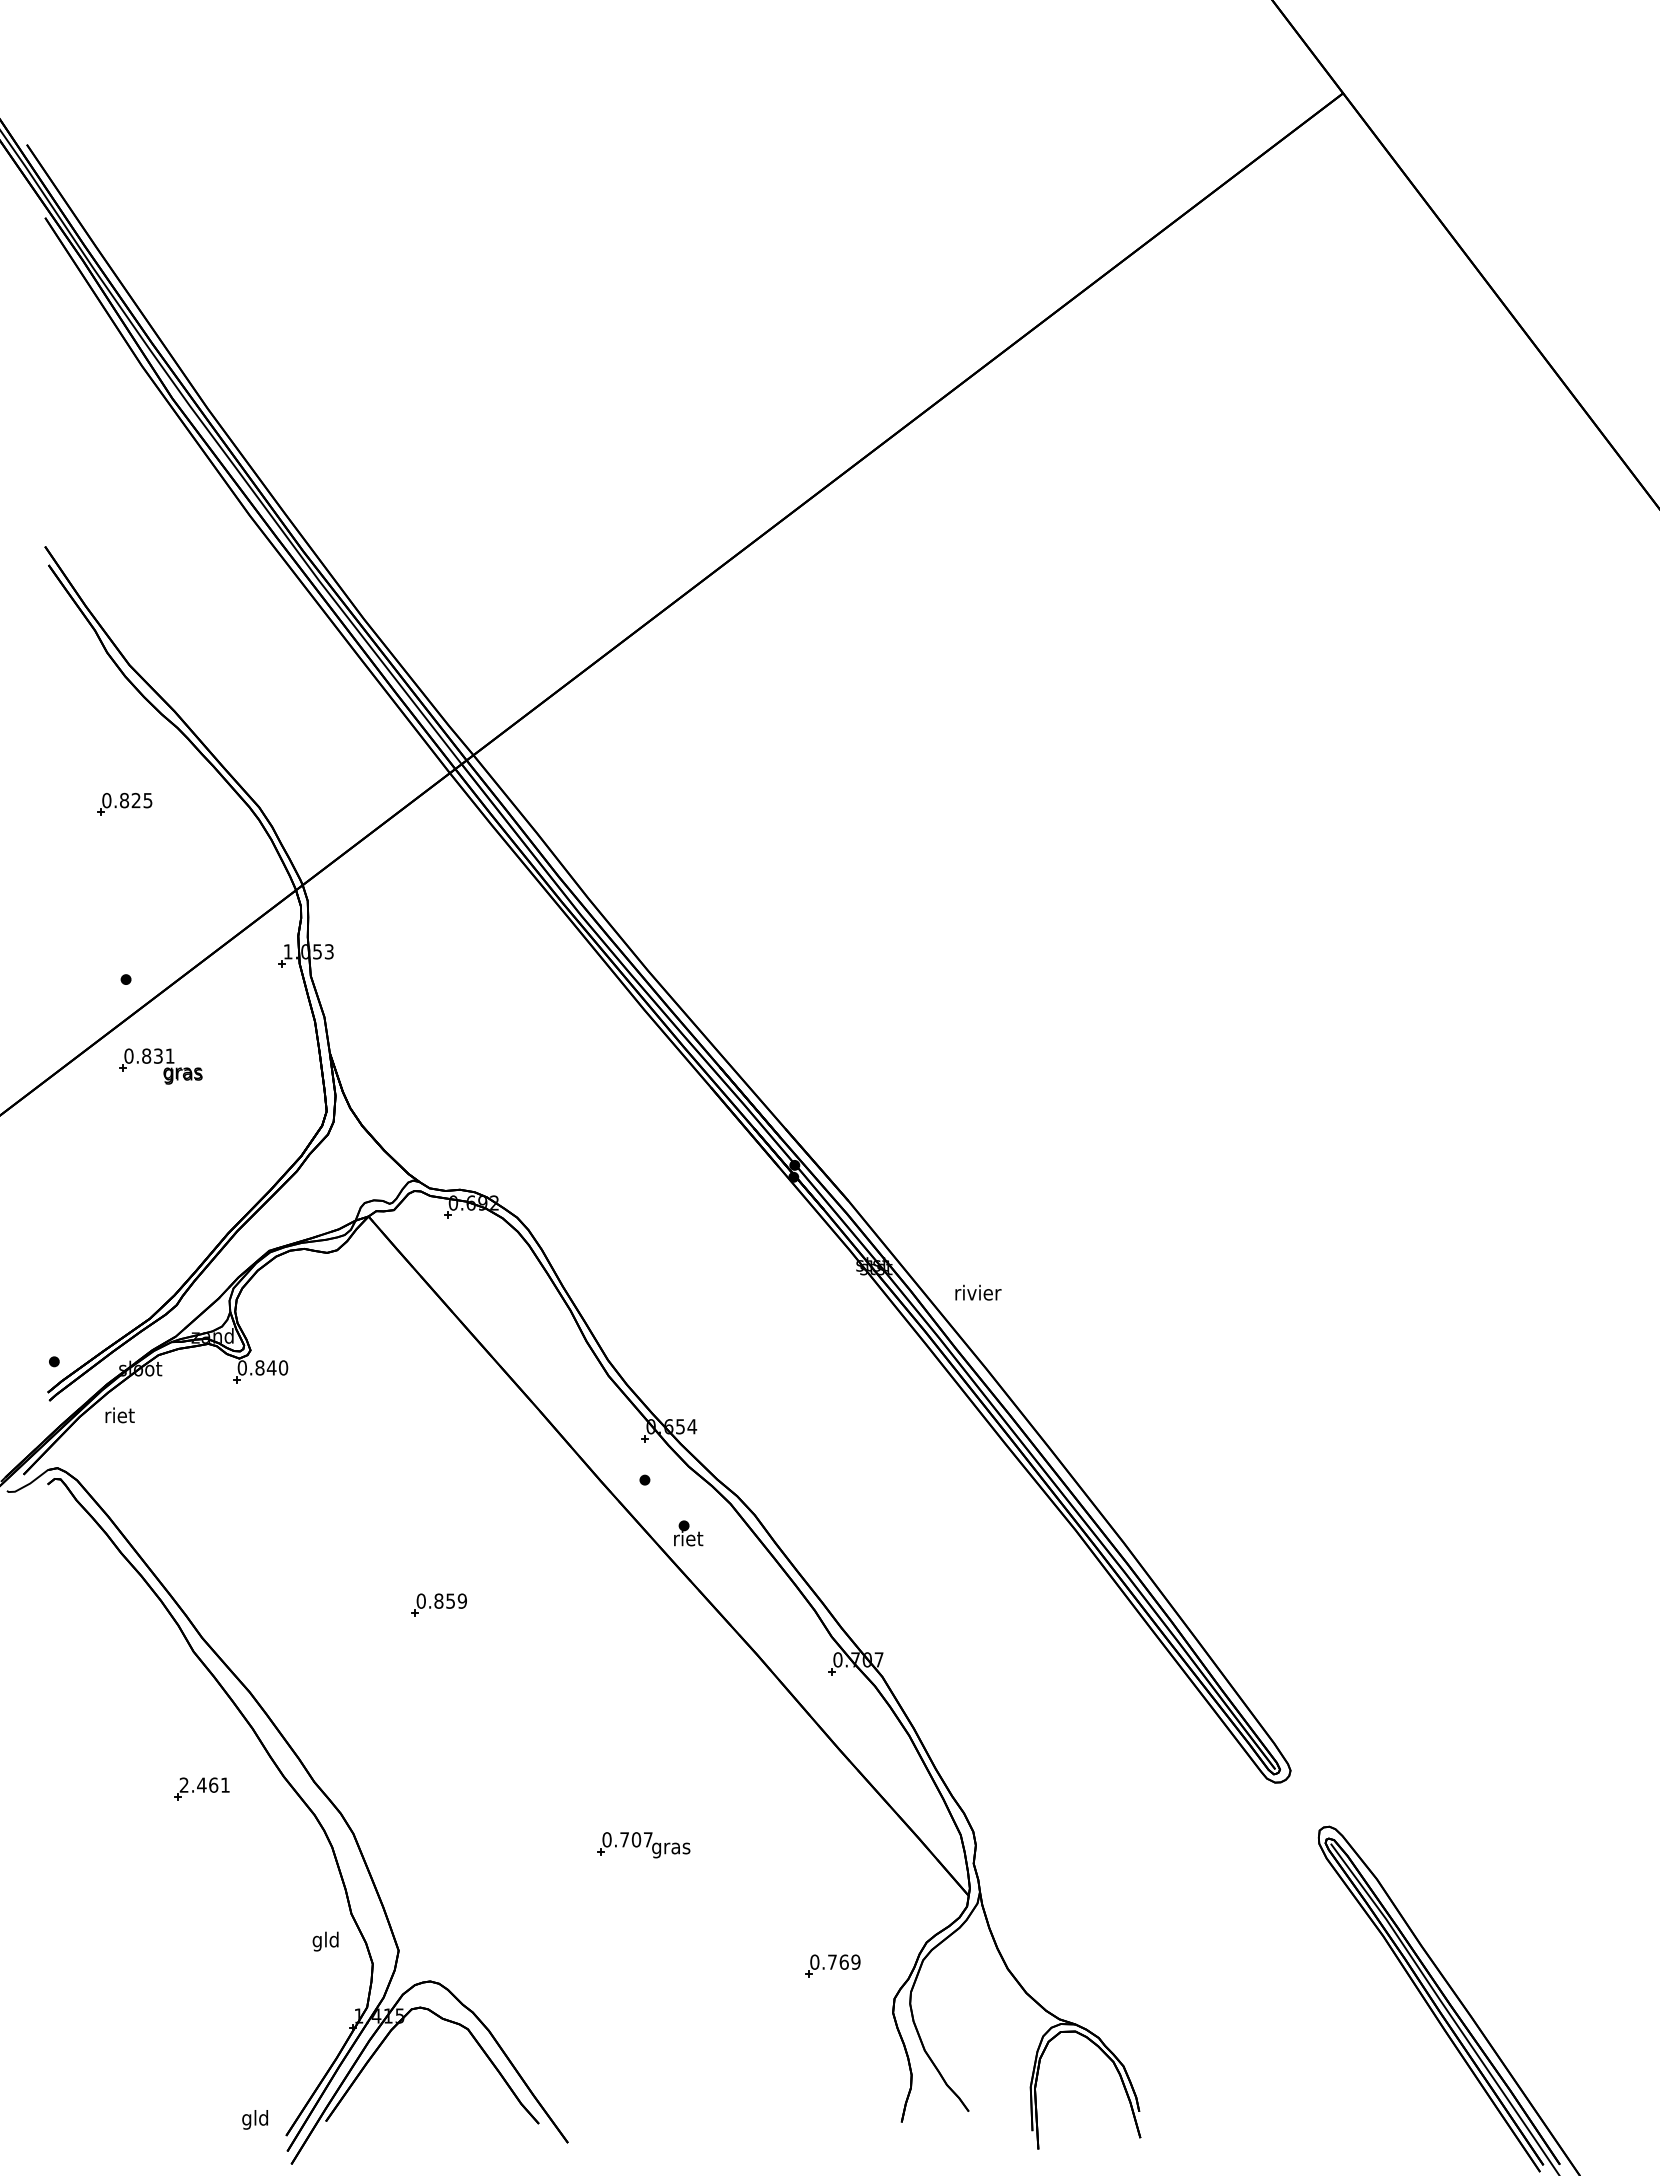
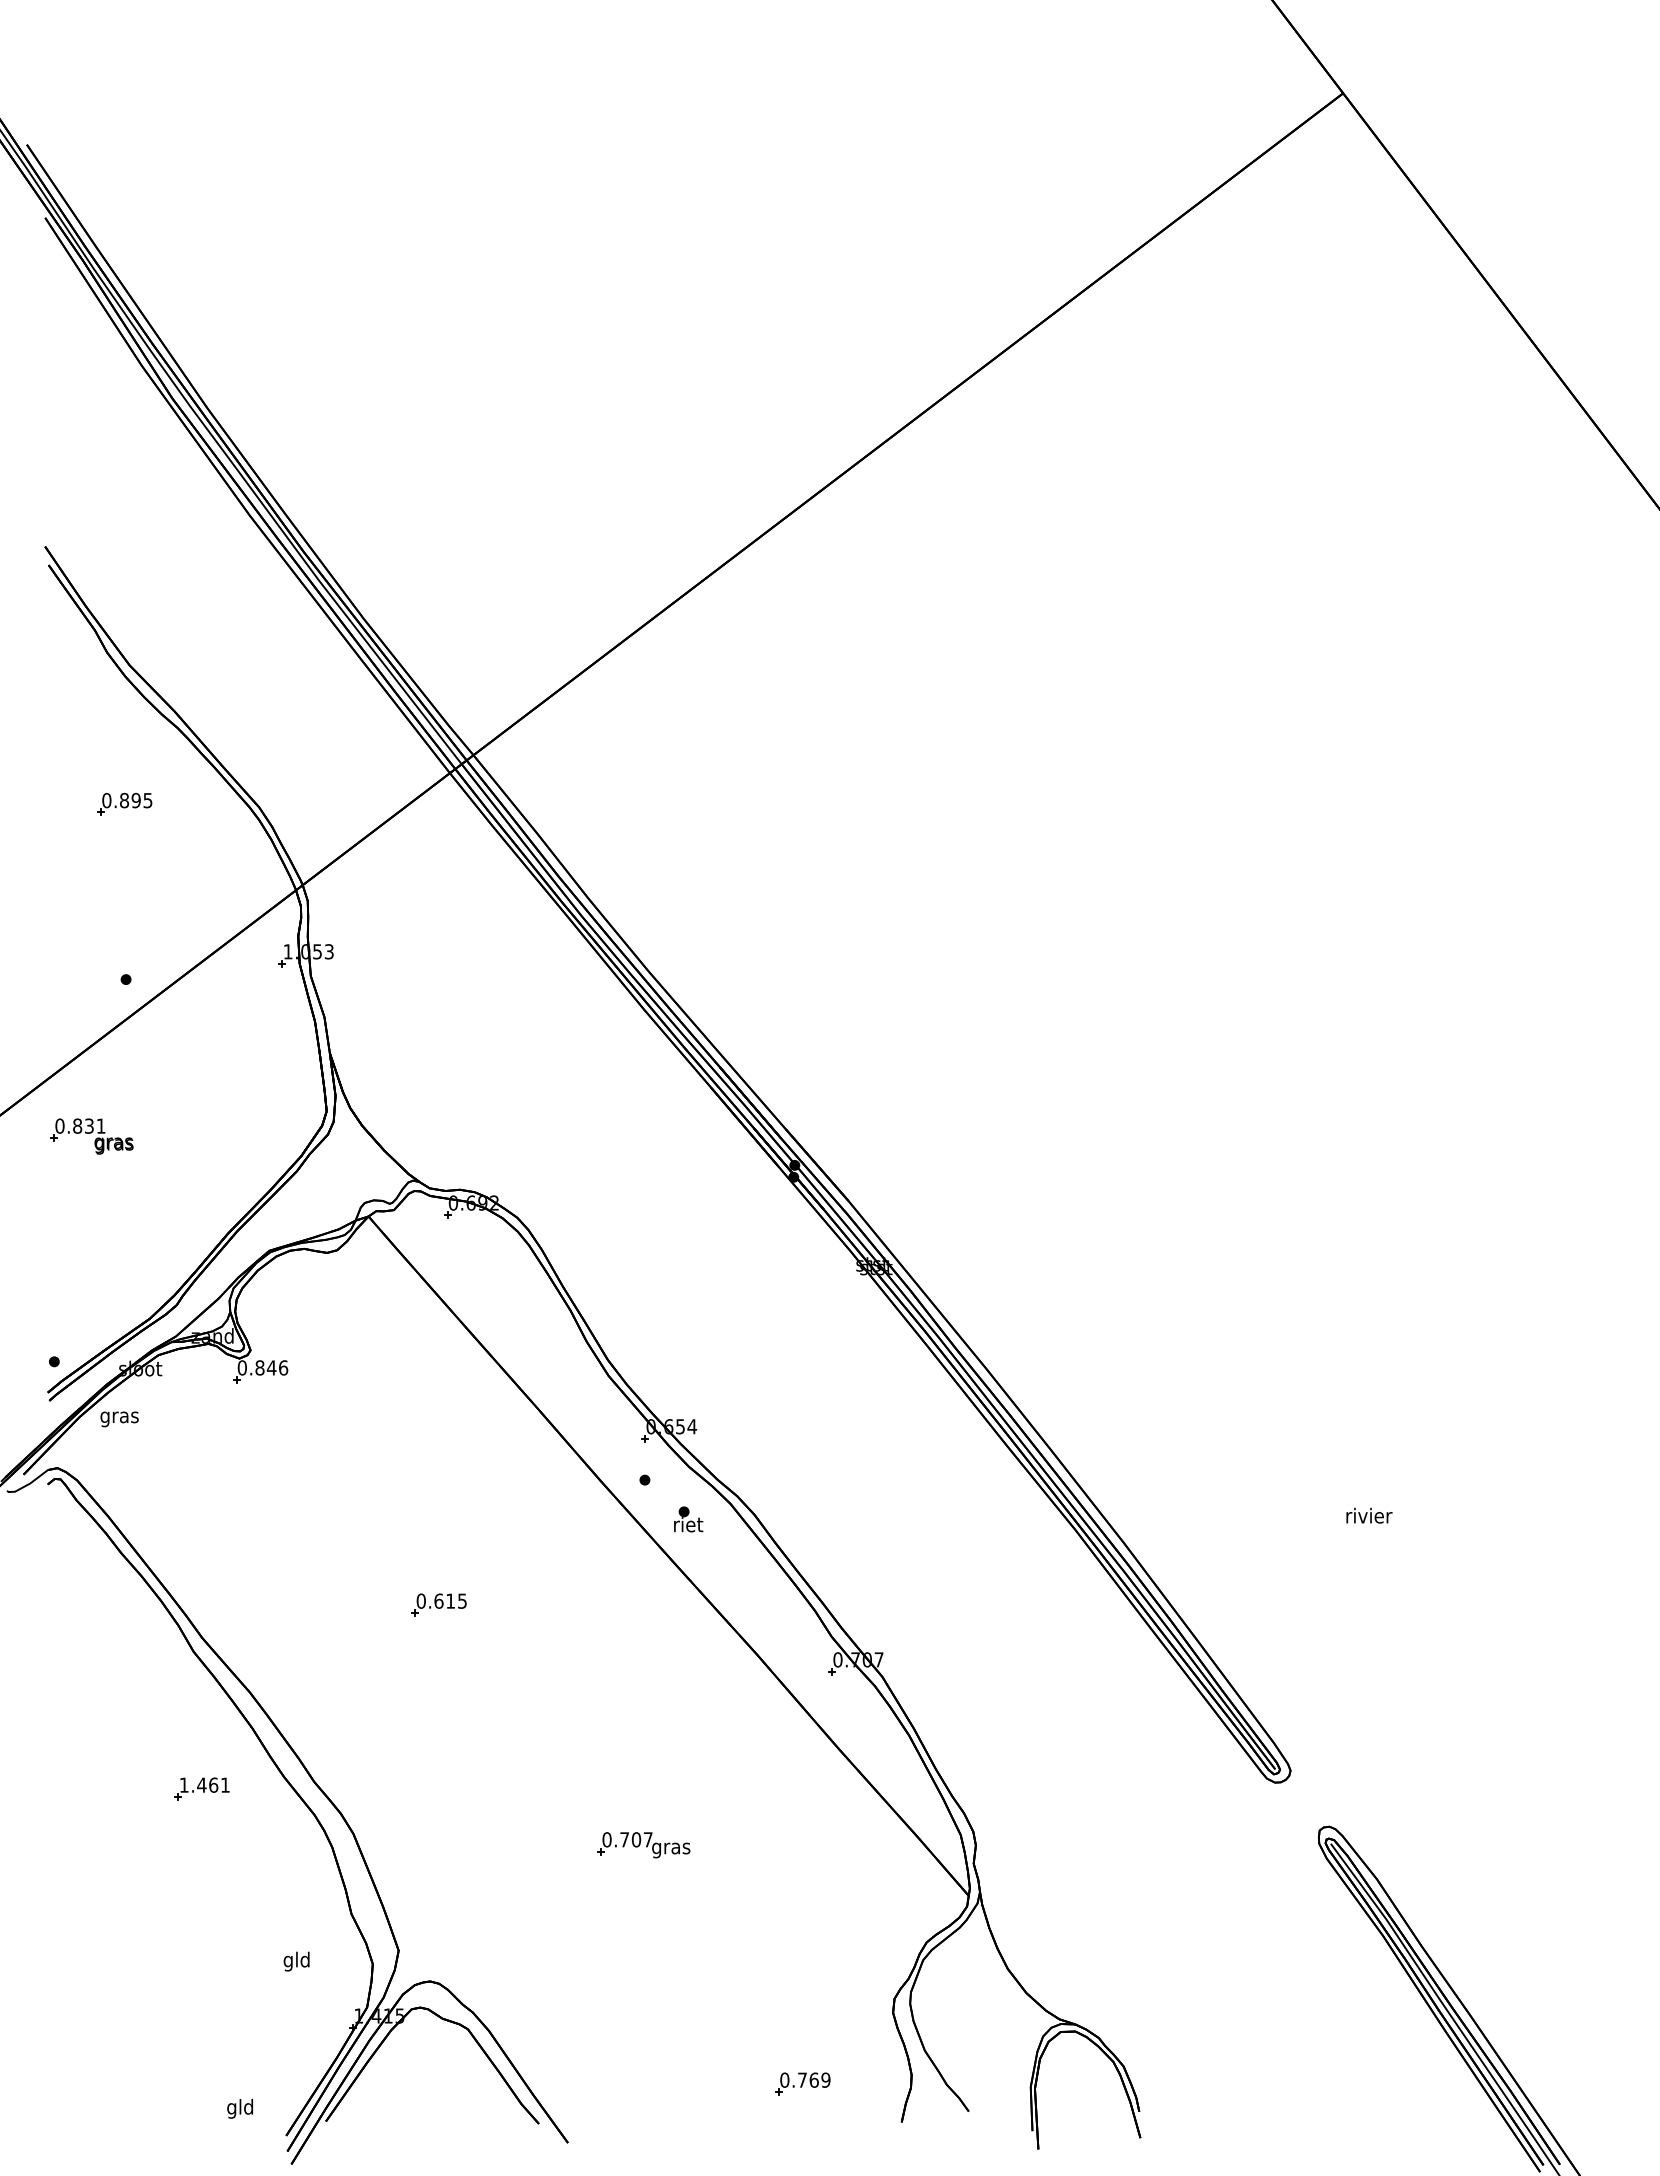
text at (135, 800): 0.825 -> 0.895
part at (160, 1066) position: (160, 1066) -> (91, 1136)
text at (978, 1292) position: (978, 1292) -> (1369, 1515)
text at (283, 1367): 0.840 -> 0.846
text at (119, 1417): riet -> gras
part at (688, 1533) position: (688, 1533) -> (688, 1519)
text at (450, 1600): 0.859 -> 0.615
text at (183, 1784): 2.461 -> 1.461
text at (325, 1941) position: (325, 1941) -> (296, 1961)
part at (832, 1965) position: (832, 1965) -> (802, 2083)
text at (254, 2119) position: (254, 2119) -> (239, 2108)
